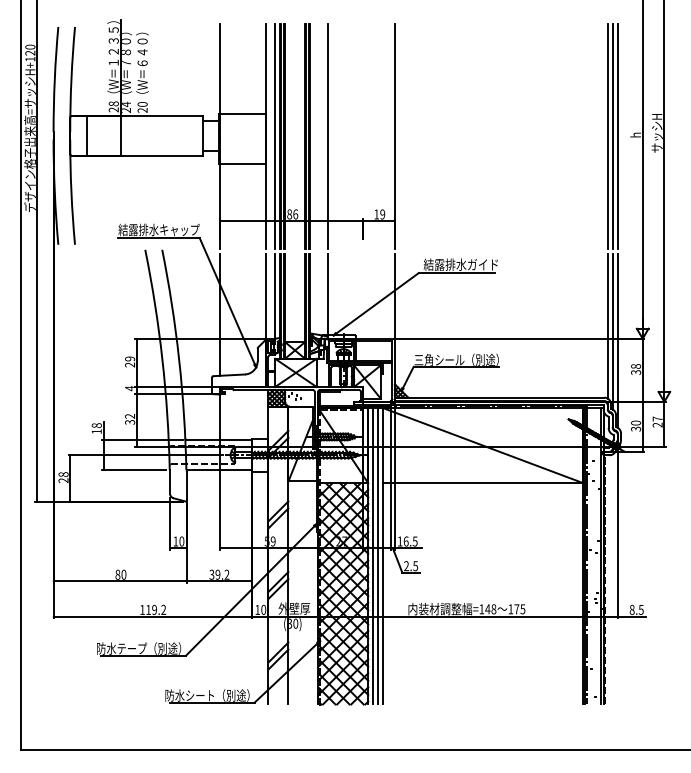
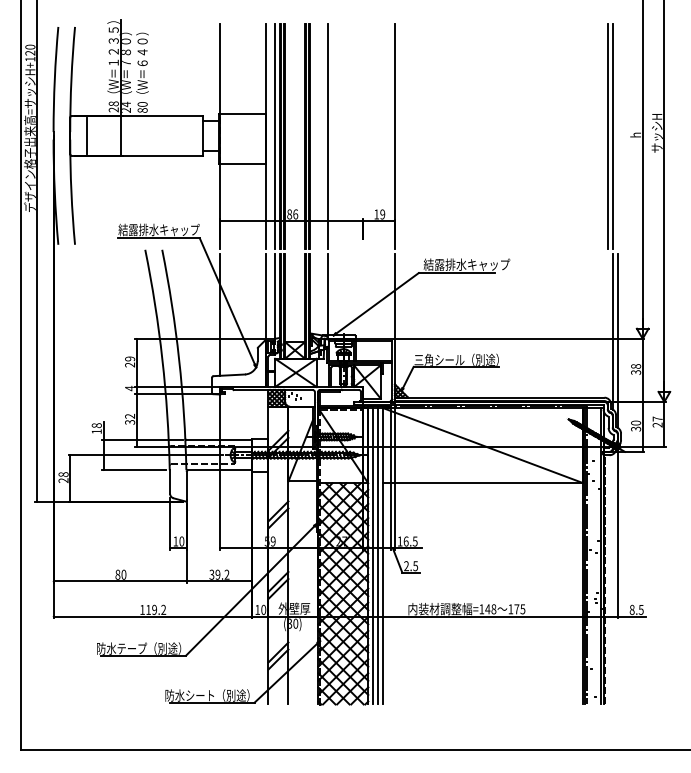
text at (142, 110): 20 -> 80
line at (617, 136): present -> none
text at (489, 264): 結露排水ガイド -> 結露排水キャップ
line at (607, 325): present -> none
